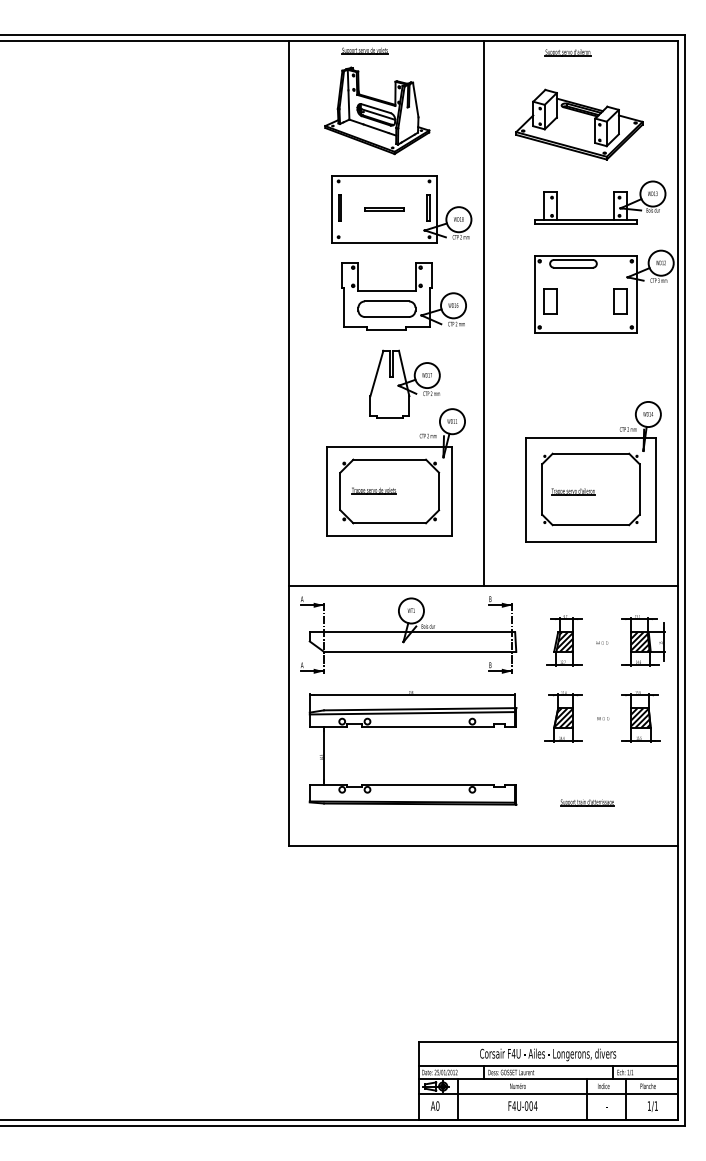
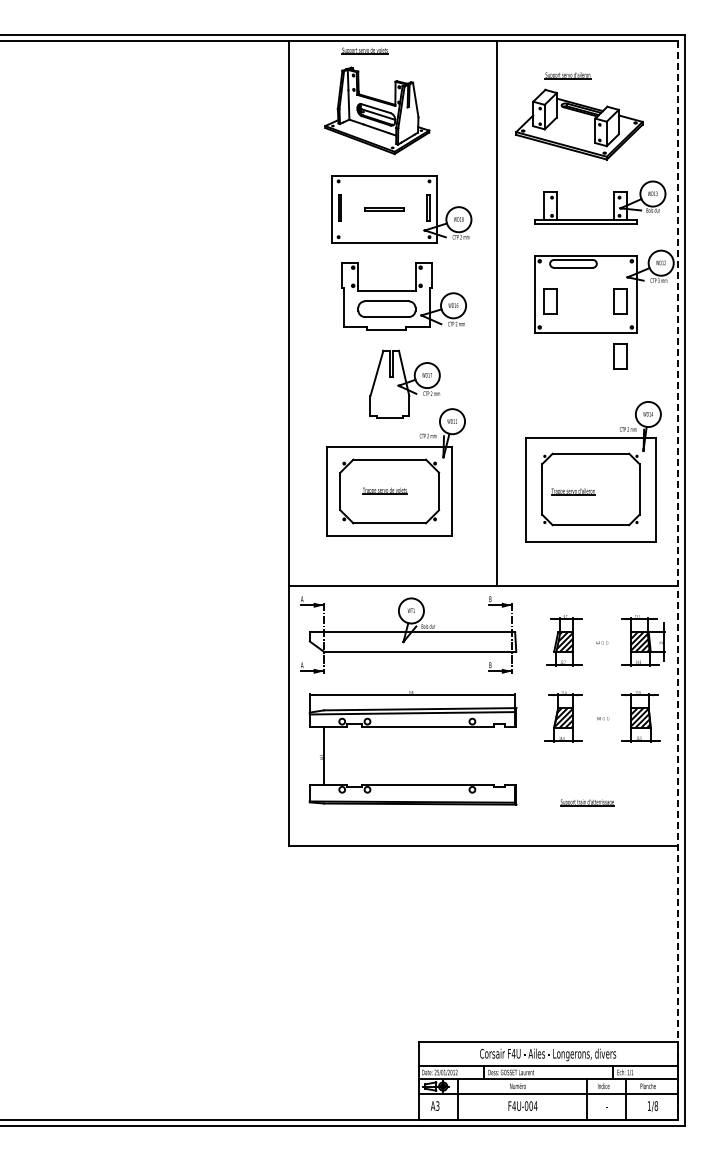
part at (567, 52) position: (567, 52) -> (567, 75)
line at (483, 313) position: (483, 313) -> (496, 313)
part at (620, 356): none -> present
part at (373, 490) position: (373, 490) -> (384, 490)
line at (678, 580): solid -> dashed
text at (437, 1105): A0 -> A3
text at (656, 1105): 1/1 -> 1/8
